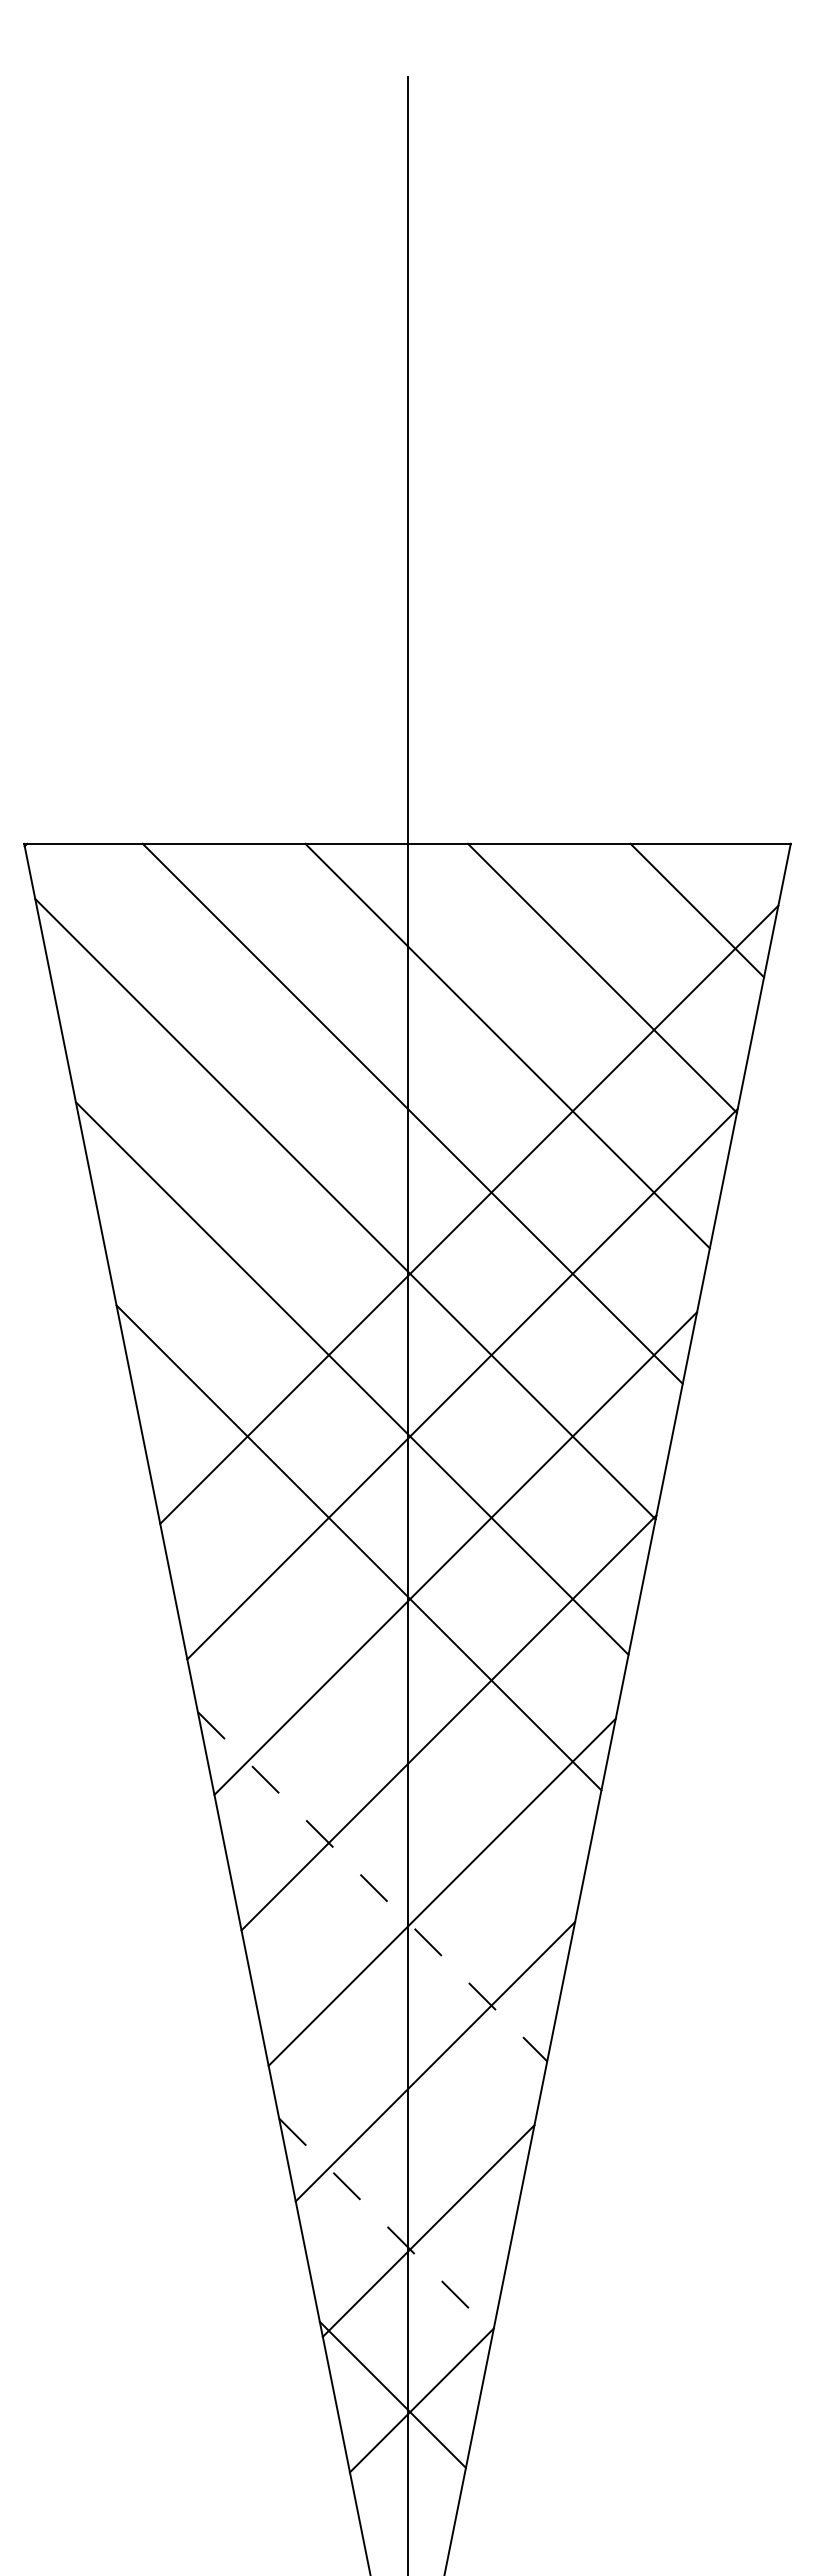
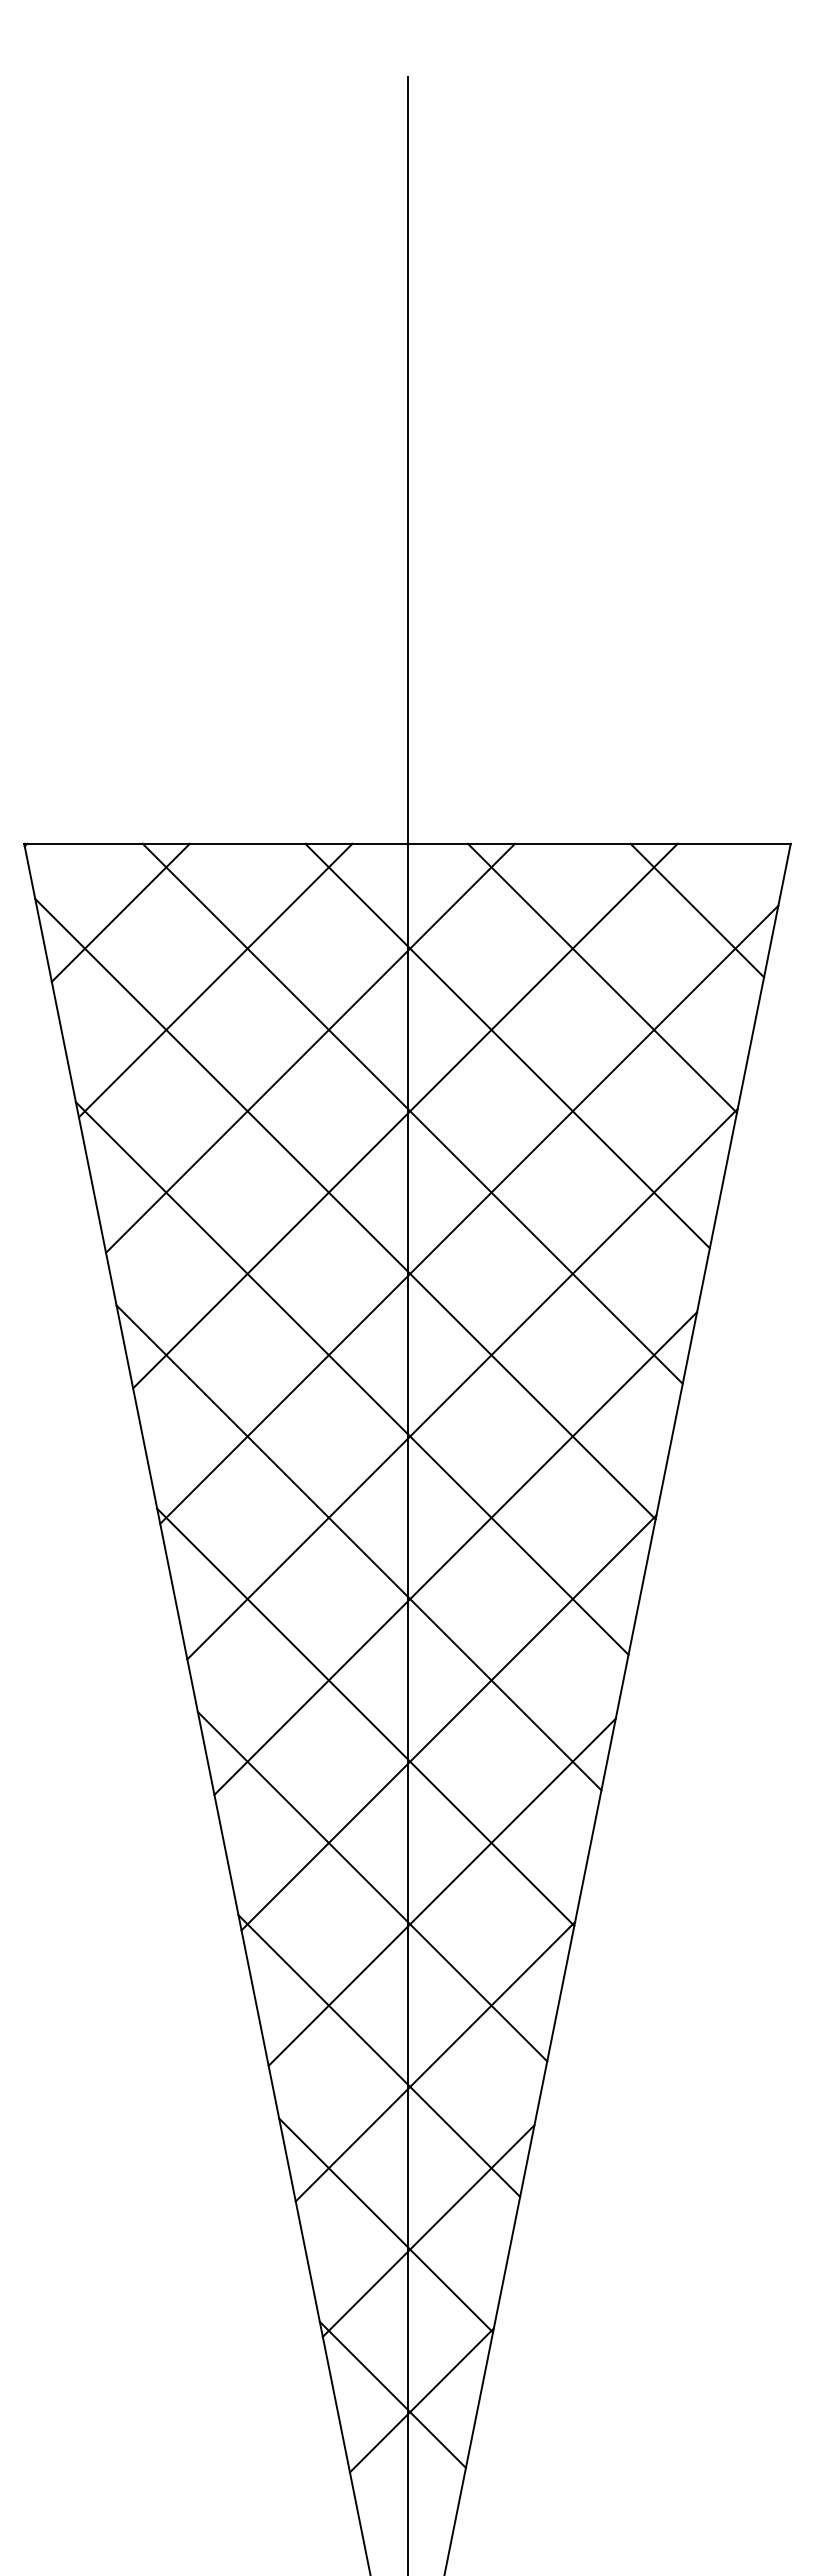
line at (120, 912): none -> present
line at (215, 980): none -> present
line at (310, 1047): none -> present
line at (405, 1115): none -> present
line at (365, 1716): none -> present
line at (372, 1887): dashed -> solid
line at (379, 2055): none -> present
line at (386, 2225): dashed -> solid
